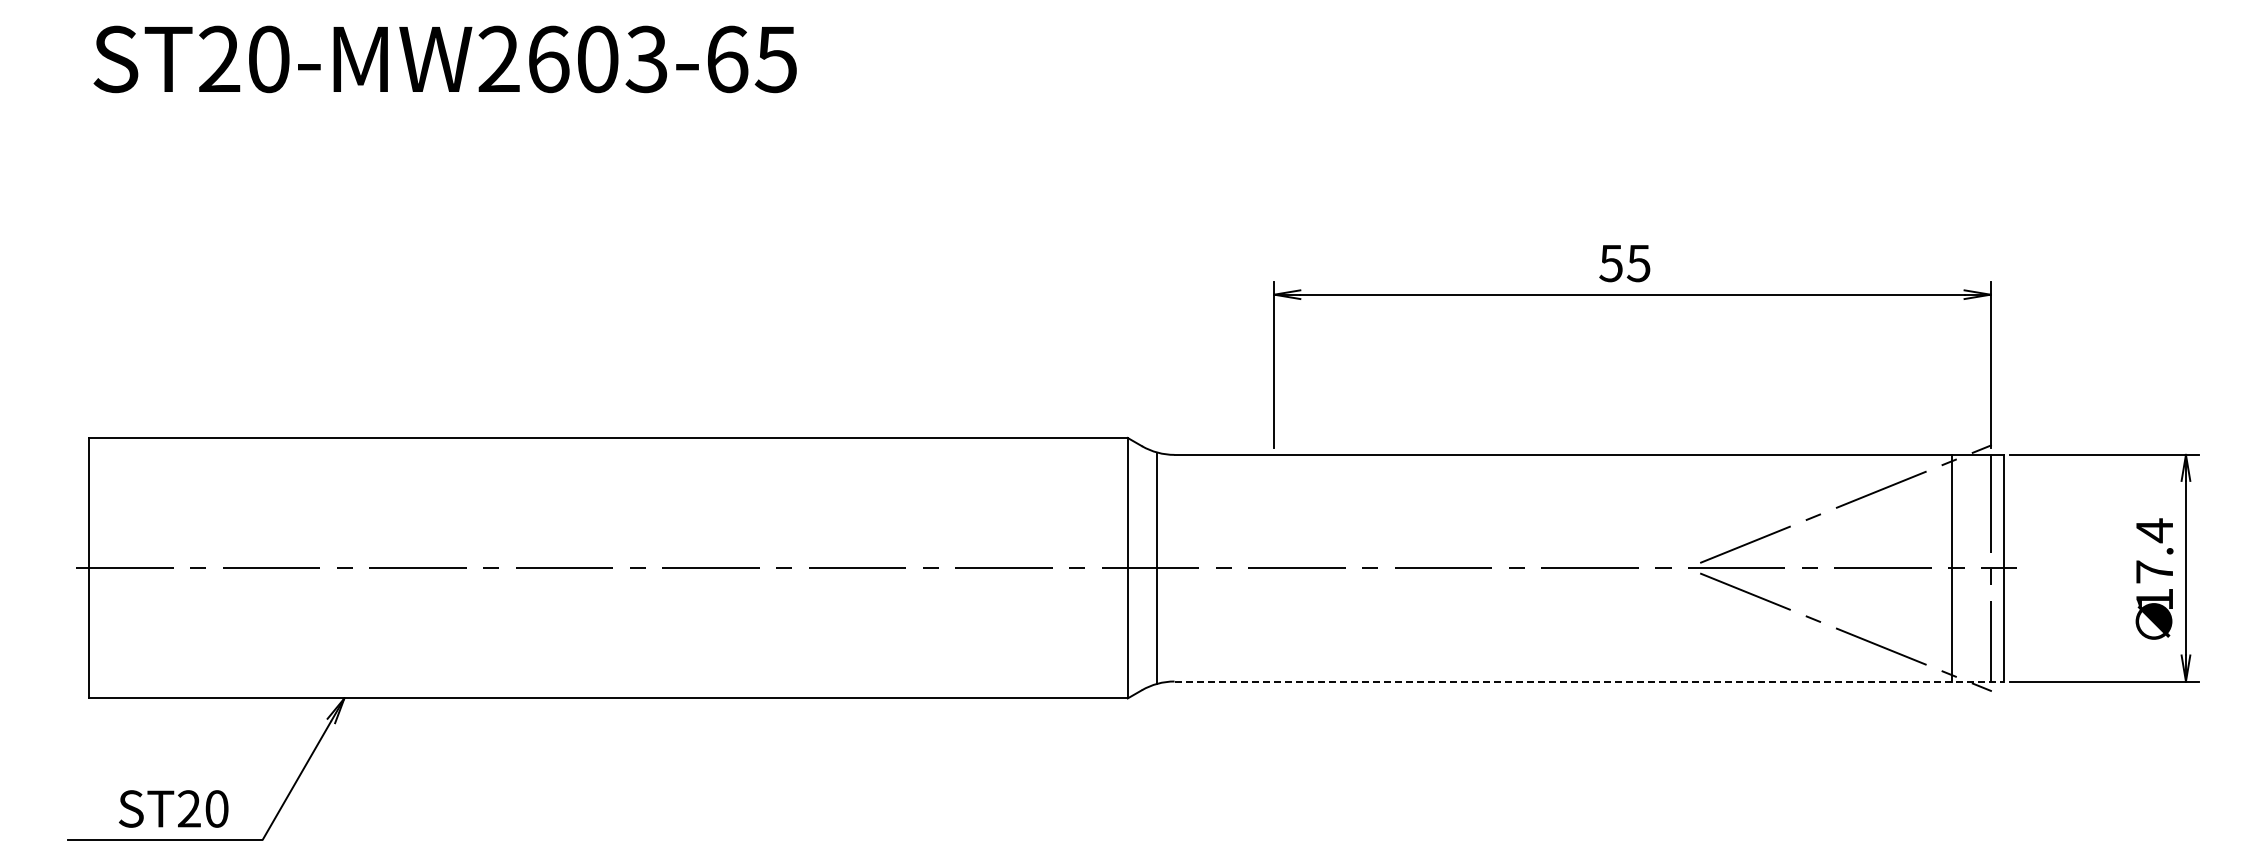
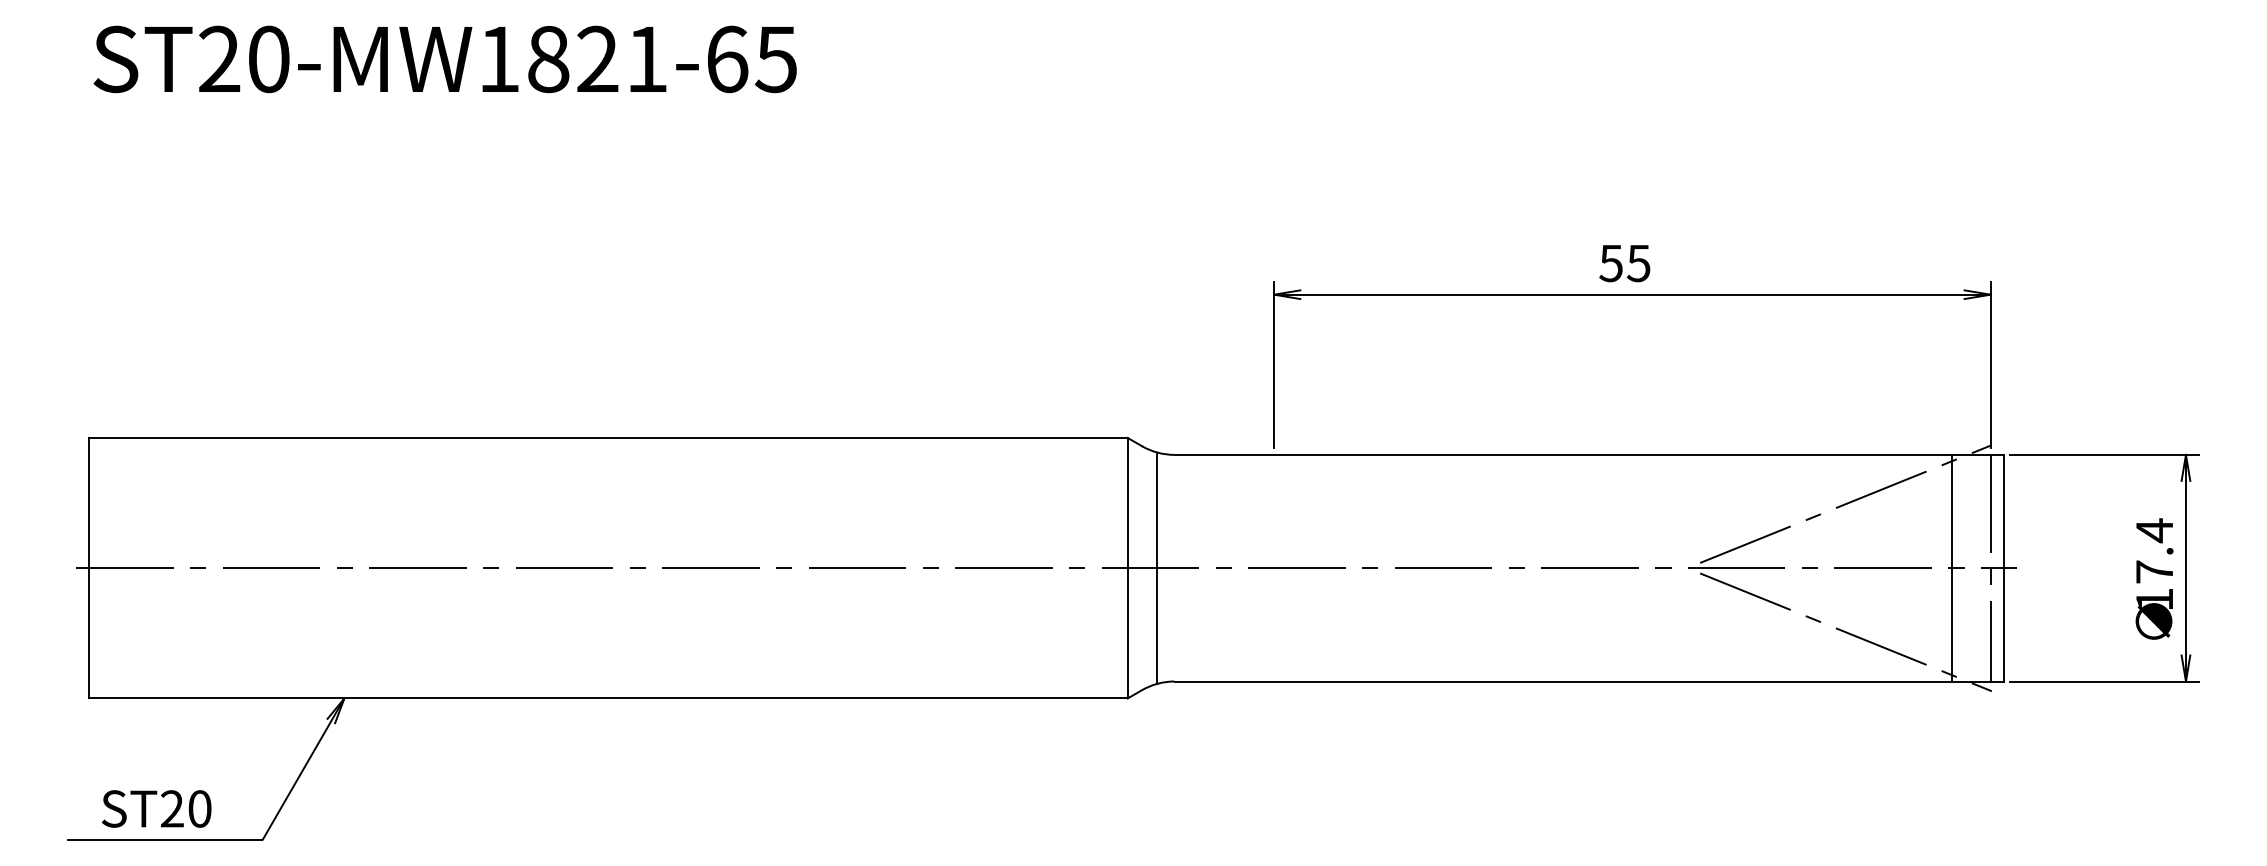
text at (572, 59): ST20-MW2603-65 -> ST20-MW1821-65
line at (1589, 681): dashed -> solid
text at (173, 808) position: (173, 808) -> (156, 808)
